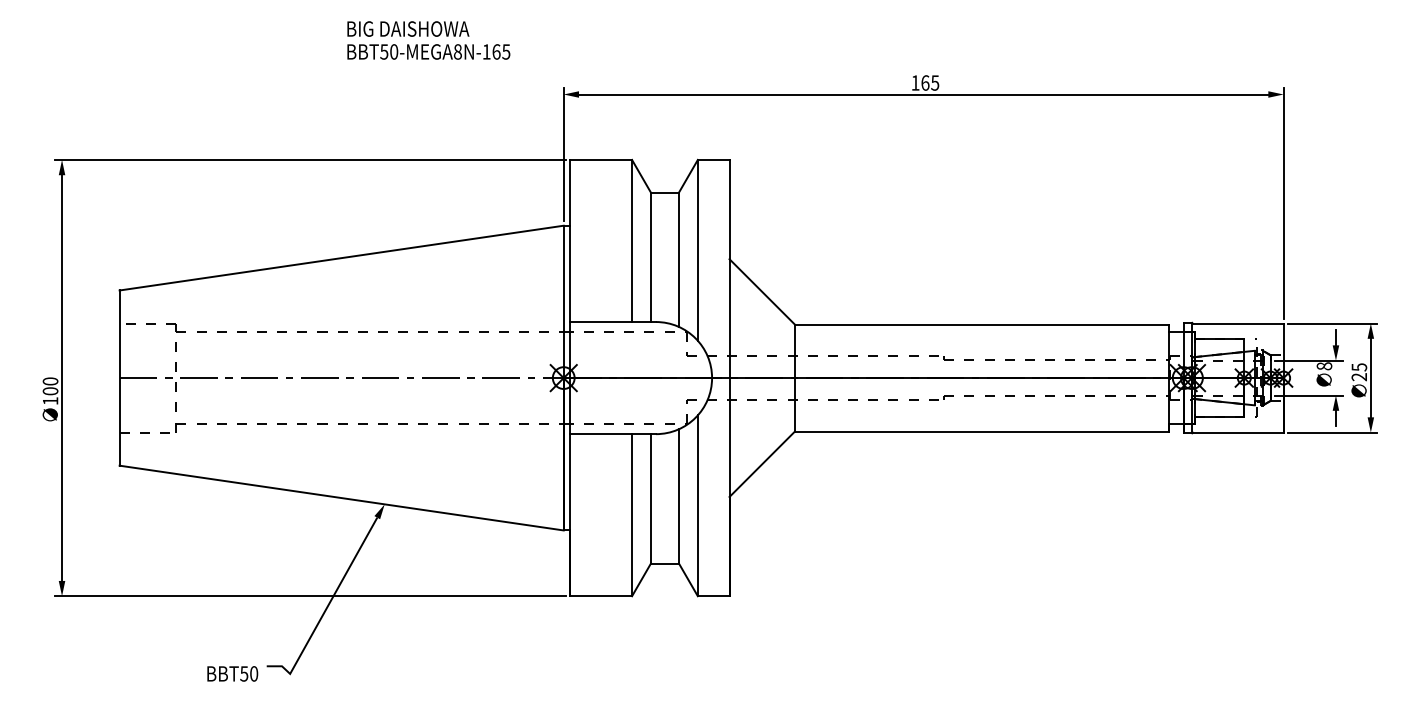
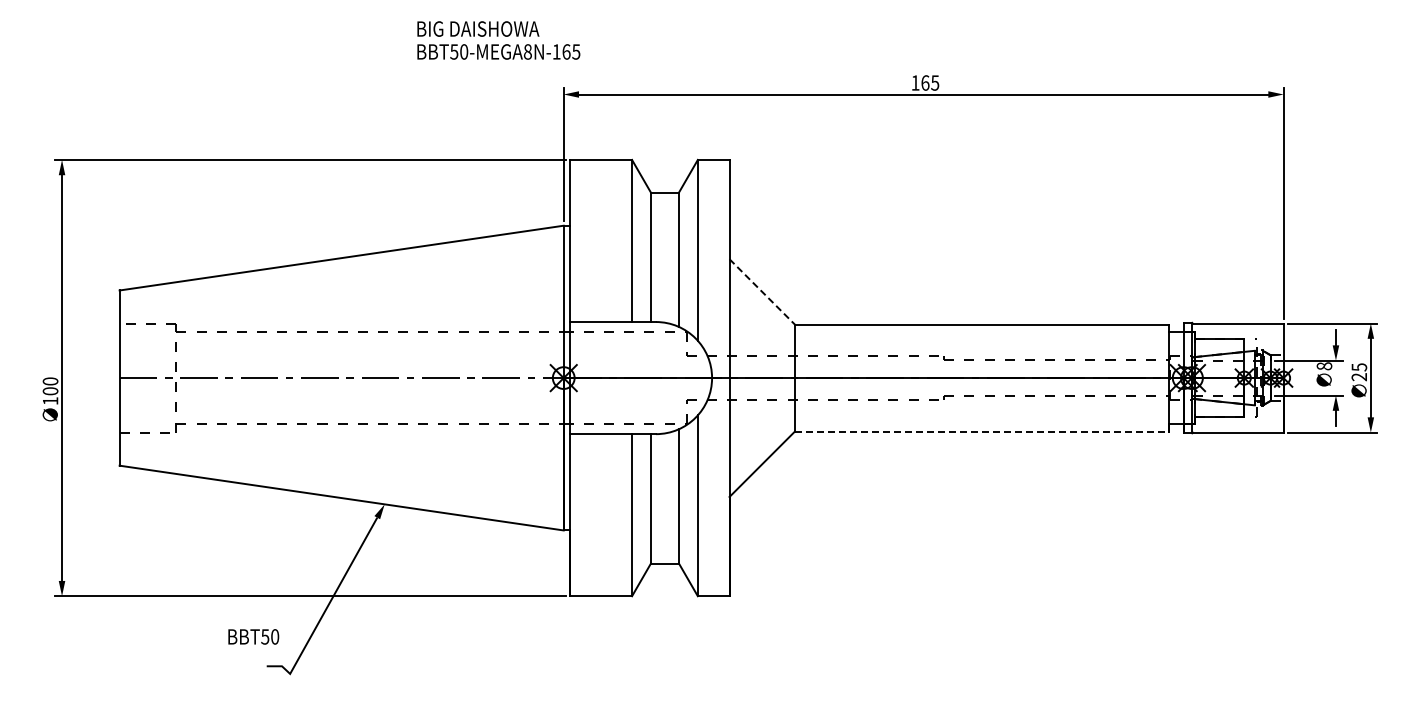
text at (428, 40) position: (428, 40) -> (498, 40)
line at (762, 292): solid -> dashed
line at (982, 431): solid -> dashed
text at (232, 673) position: (232, 673) -> (253, 636)
